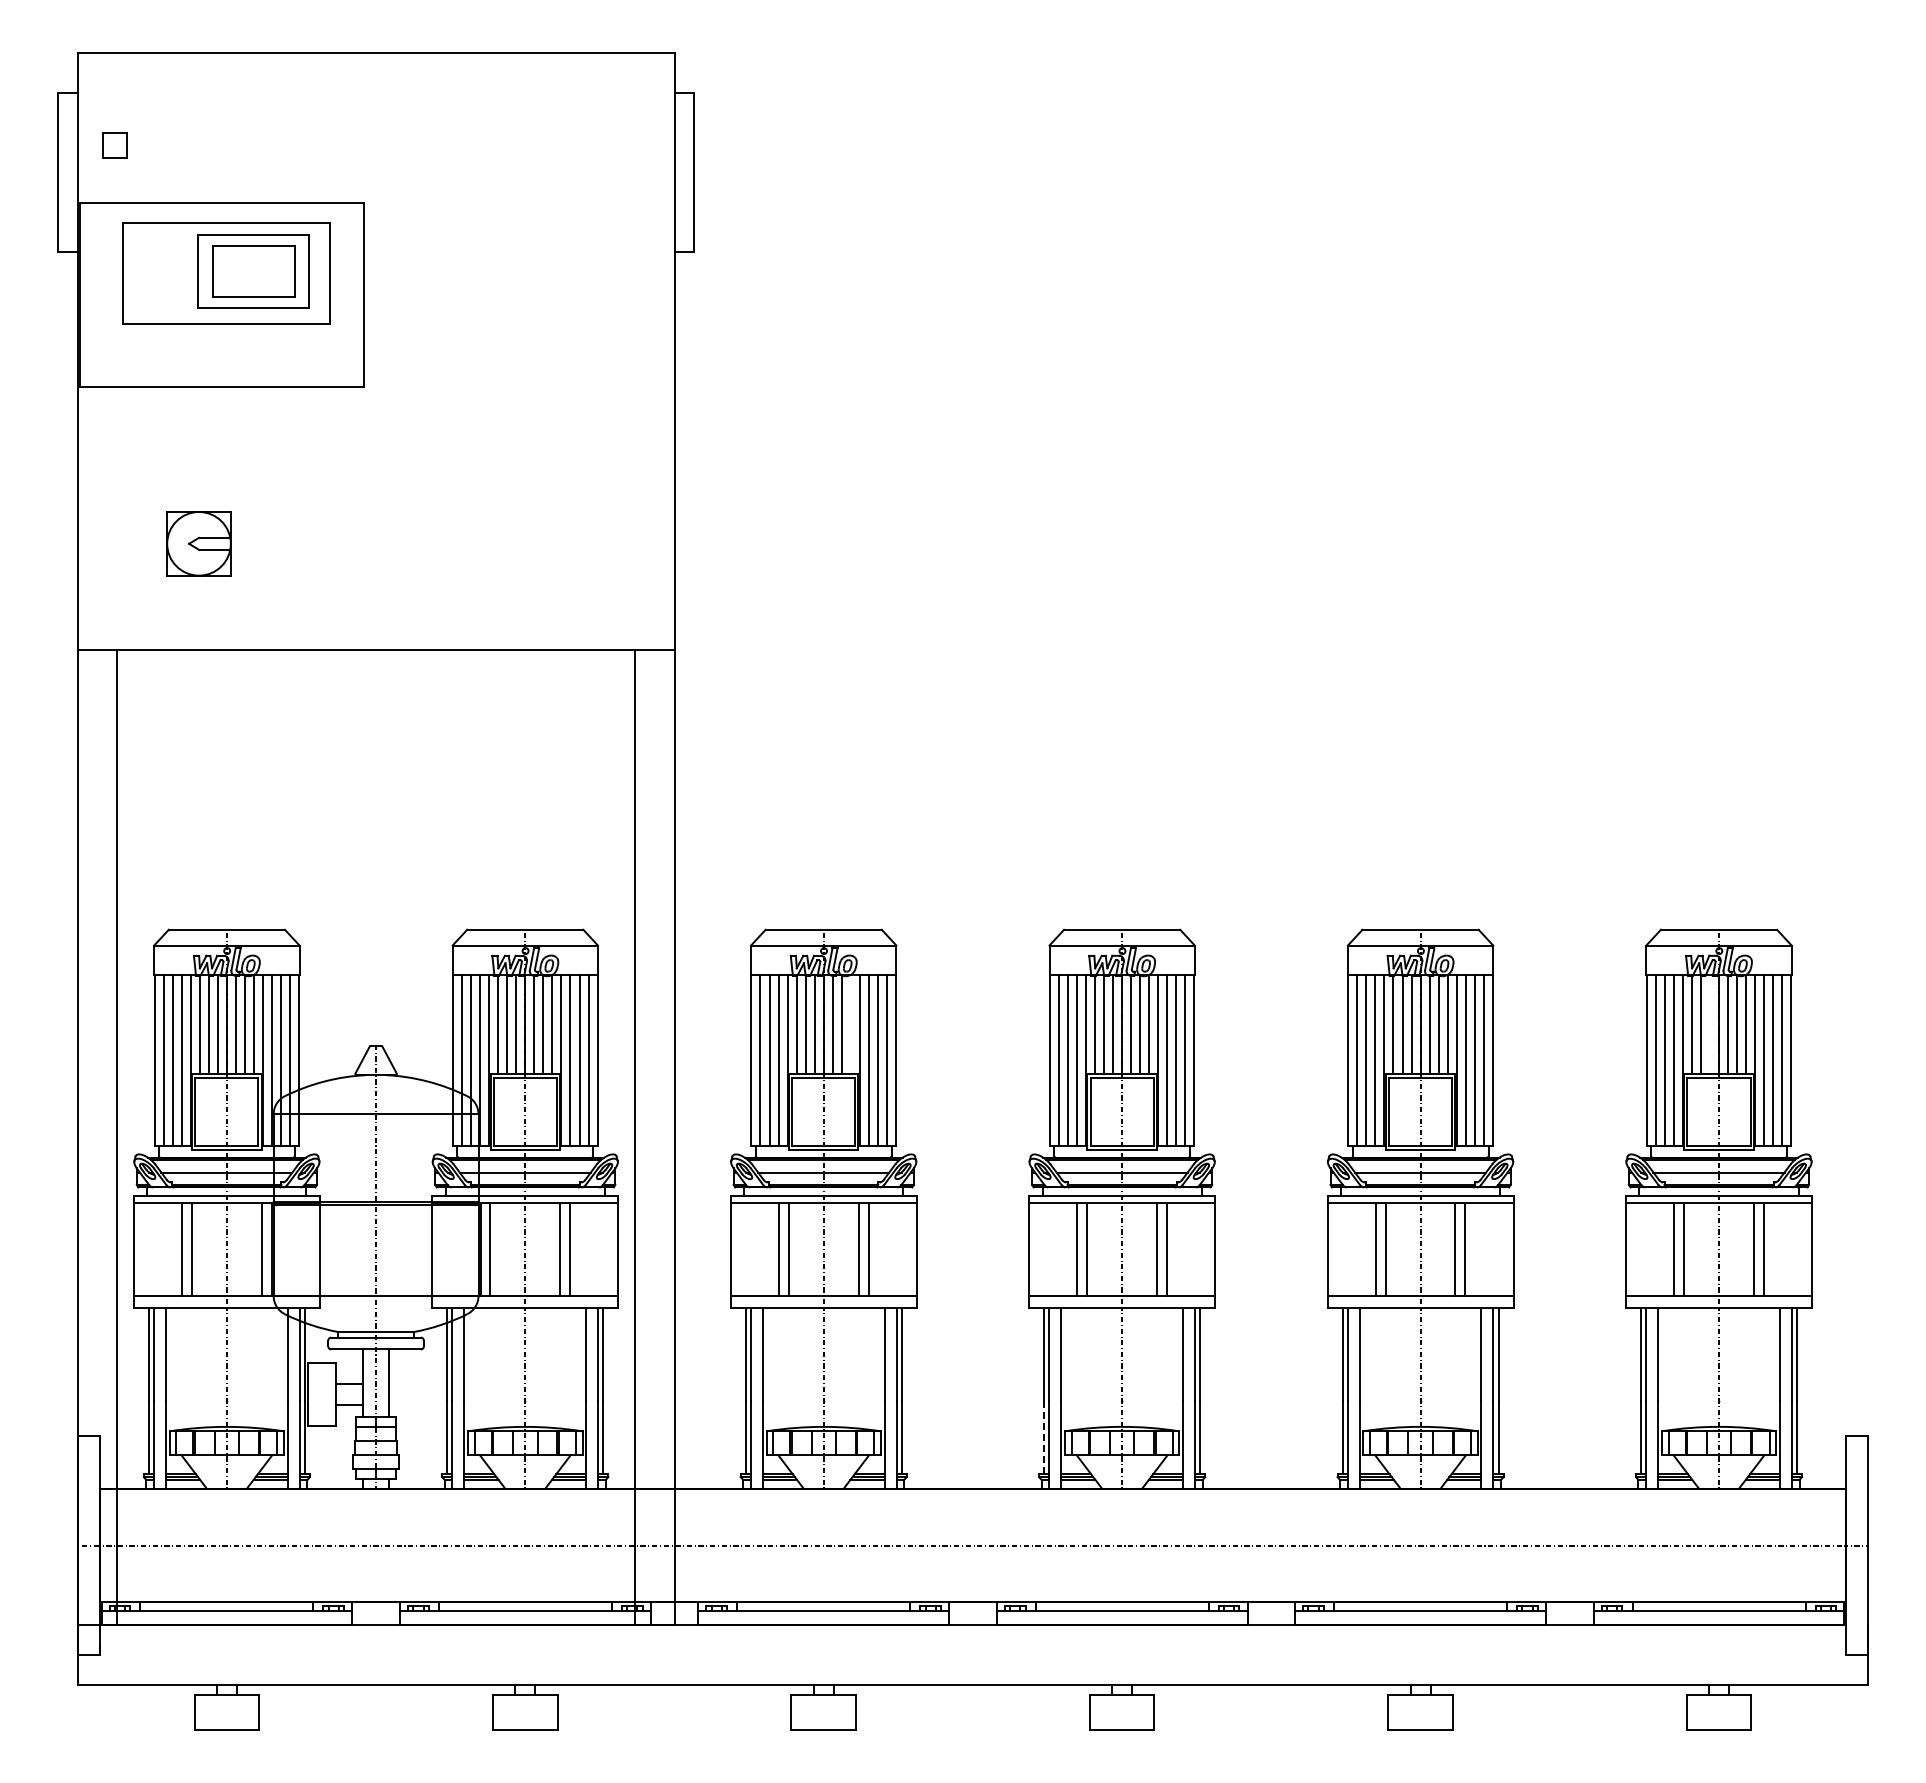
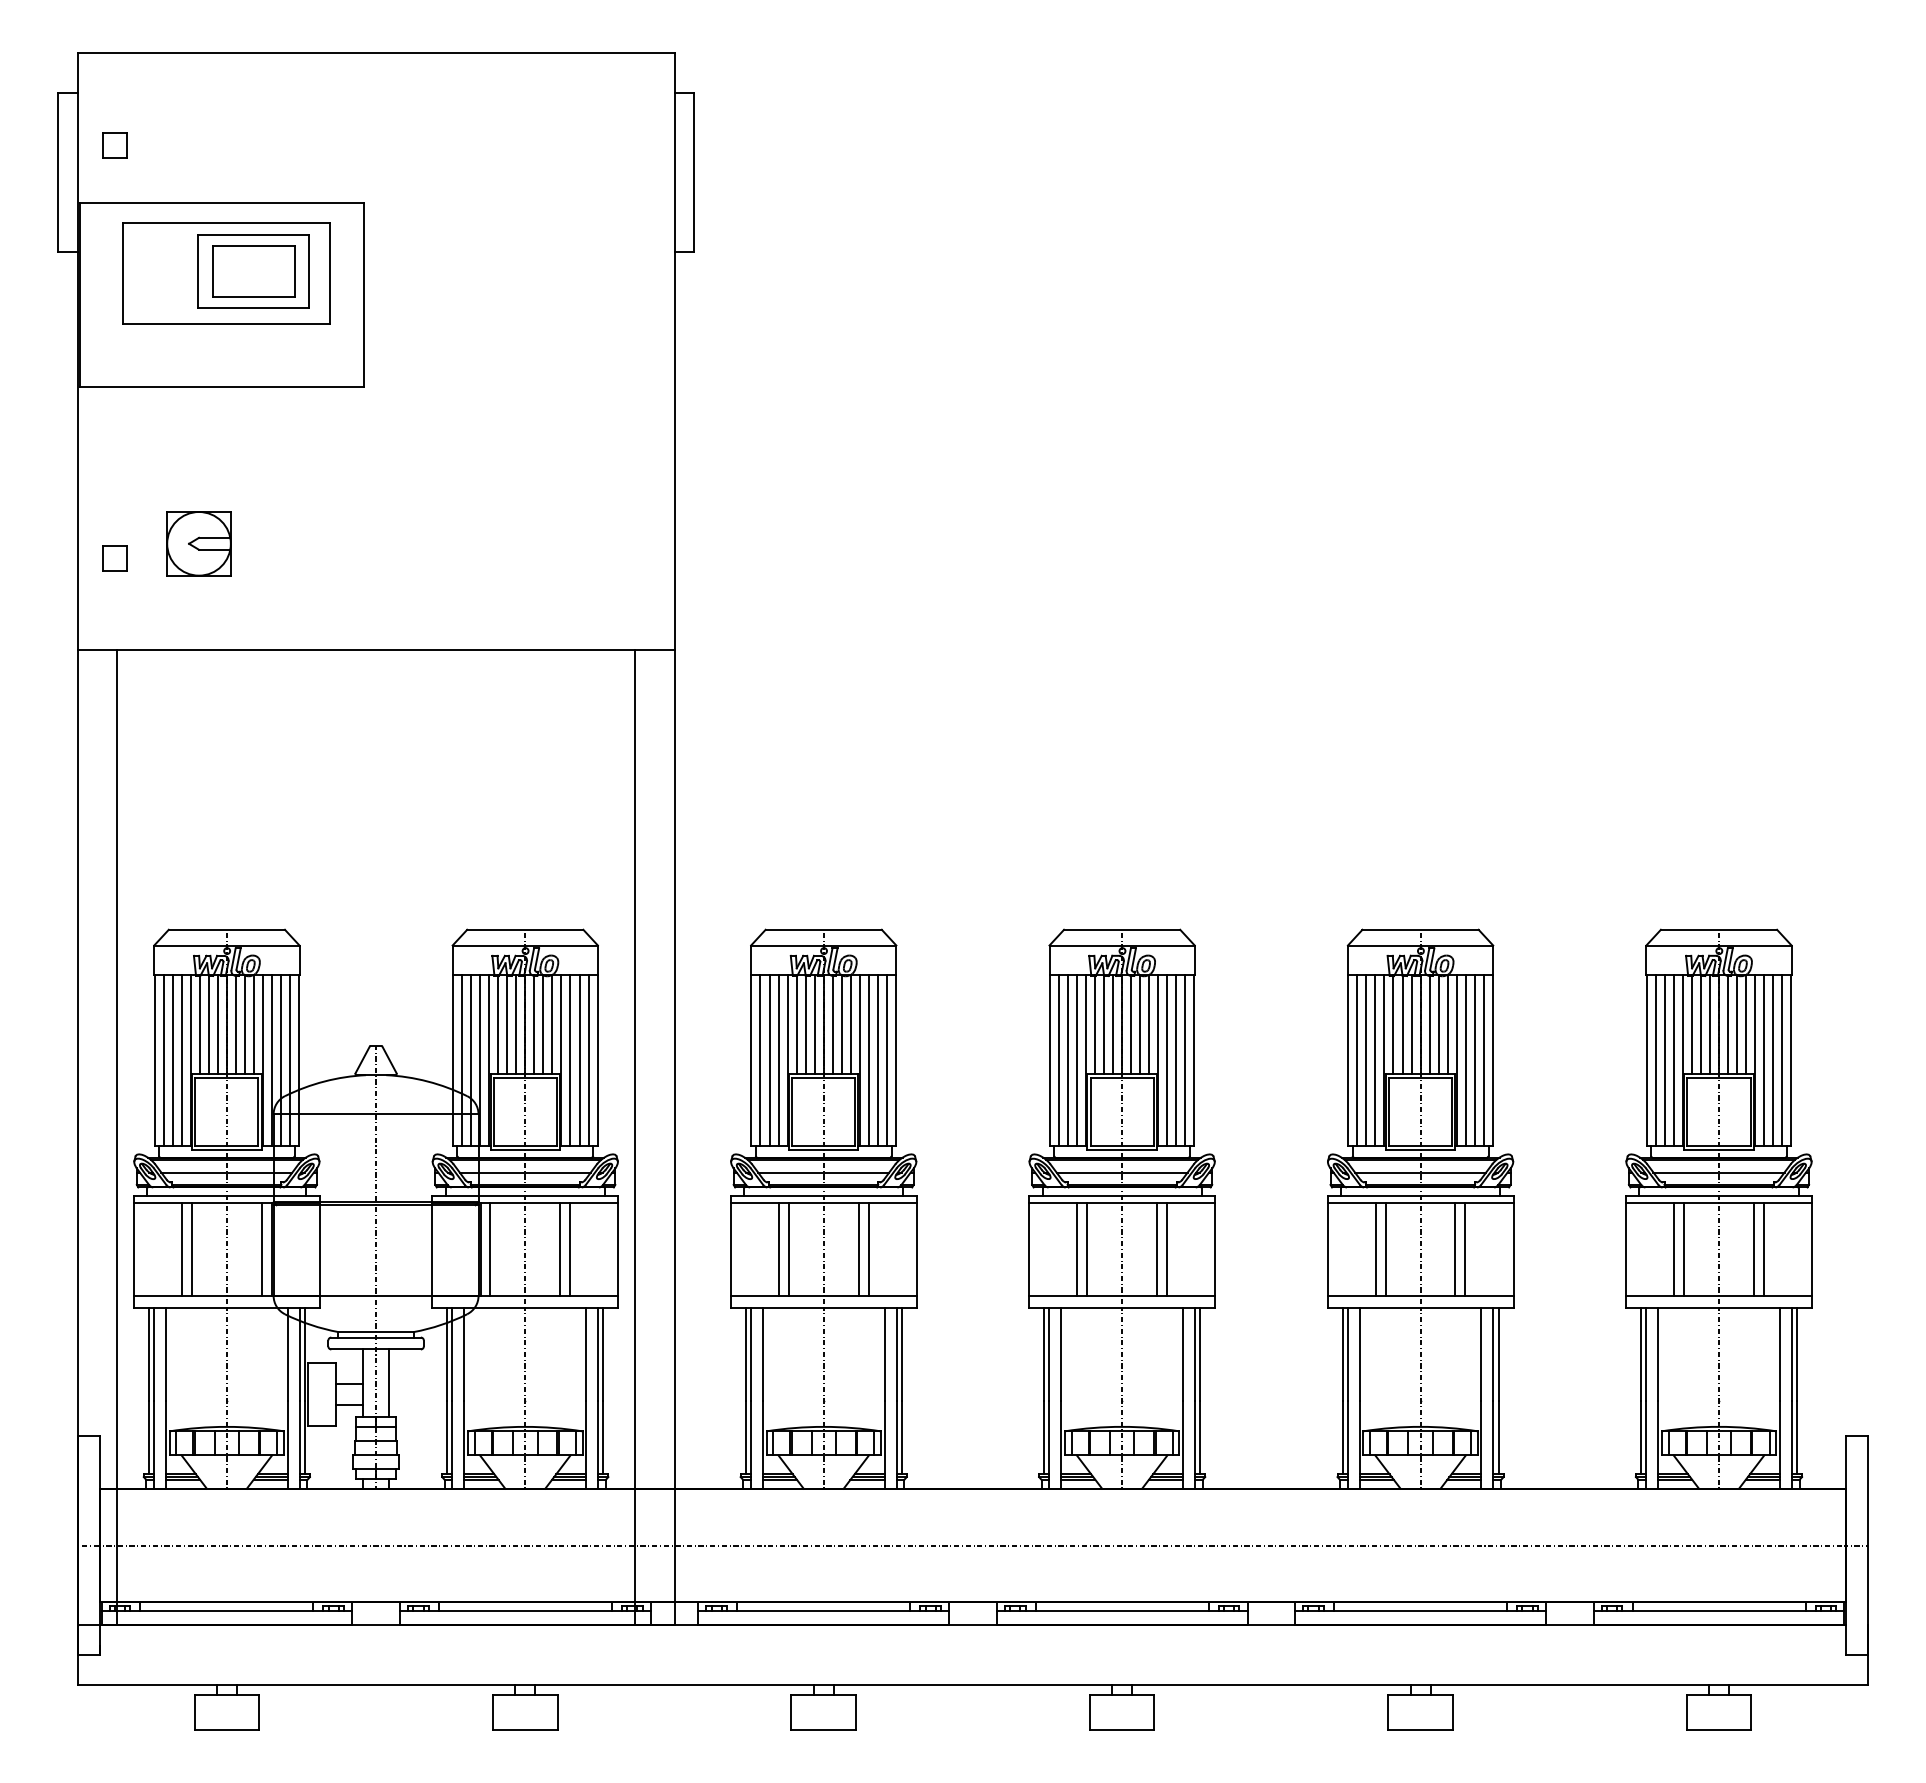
part at (114, 558): none -> present
line at (850, 1024): none -> present
line at (1709, 1024): none -> present
line at (1044, 1437): dashed -> solid
